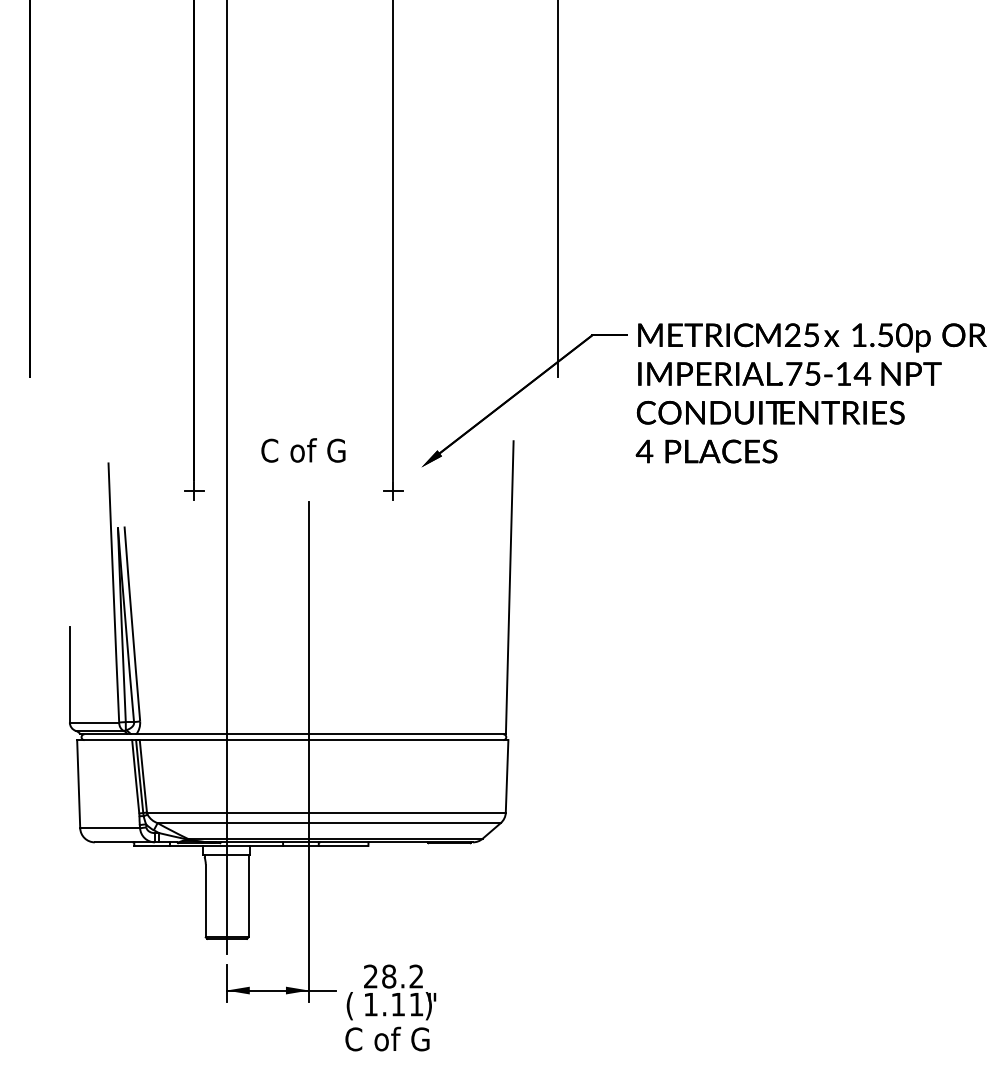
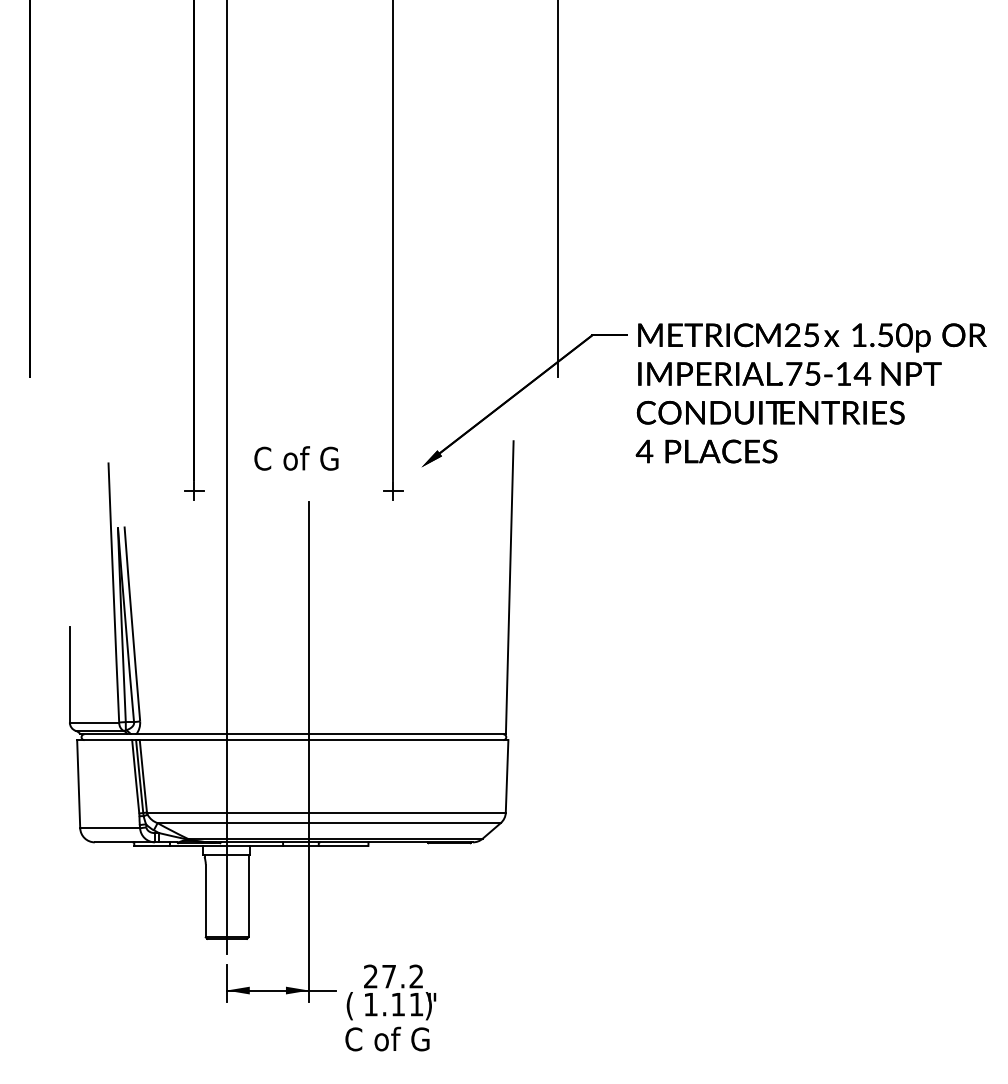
text at (303, 450) position: (303, 450) -> (296, 458)
text at (389, 976): 28.2 -> 27.2
